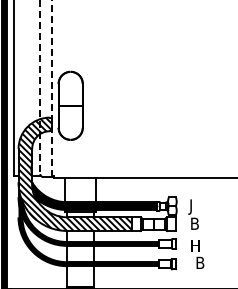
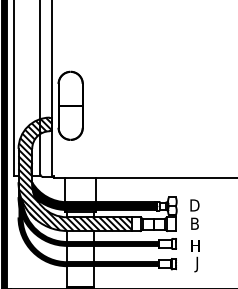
line at (40, 87): dashed -> solid
line at (52, 88): dashed -> solid
text at (193, 206): J -> D
text at (199, 264): B -> J
